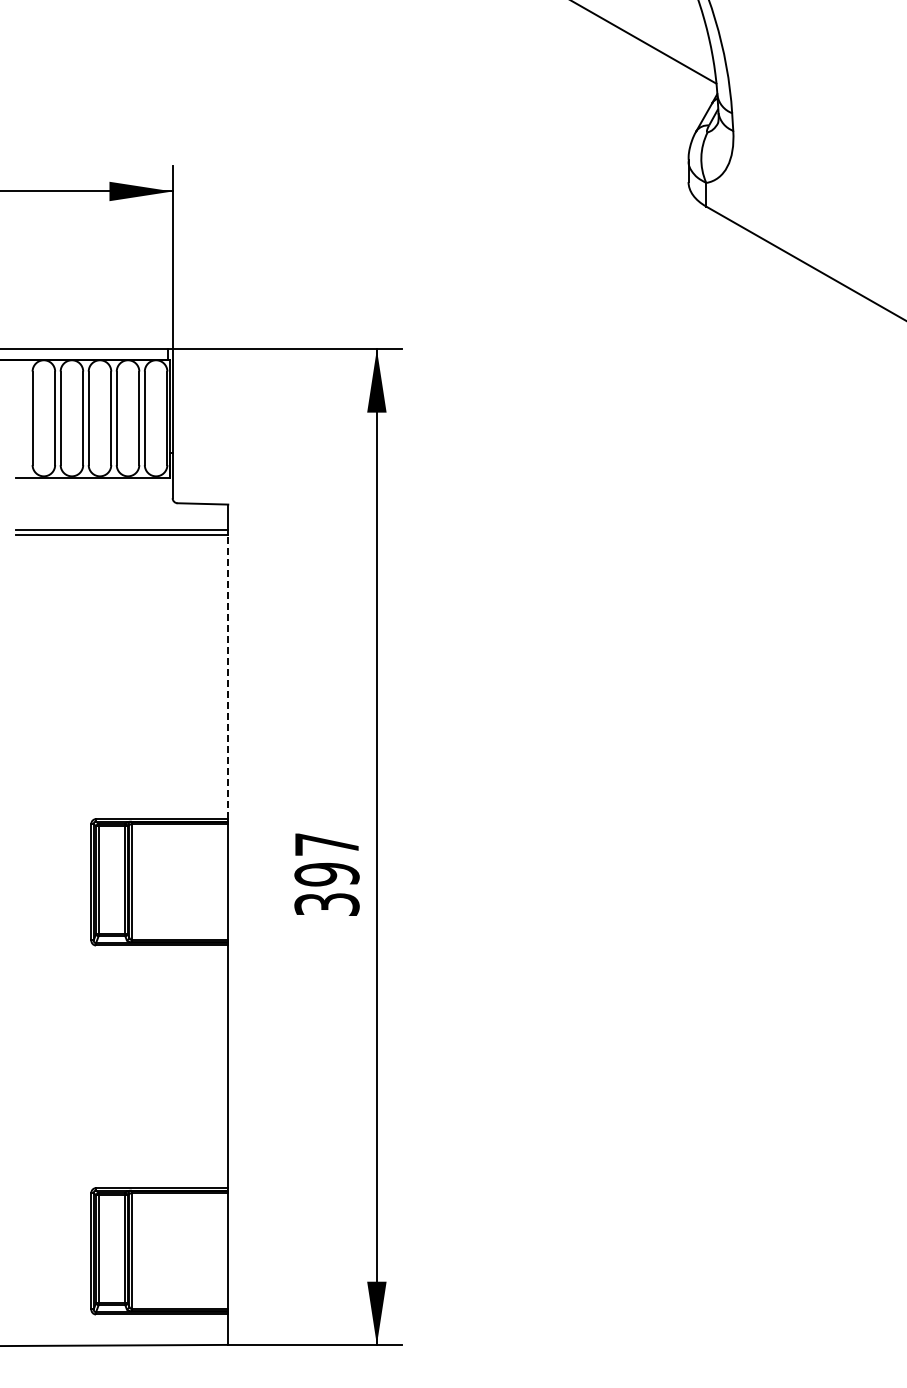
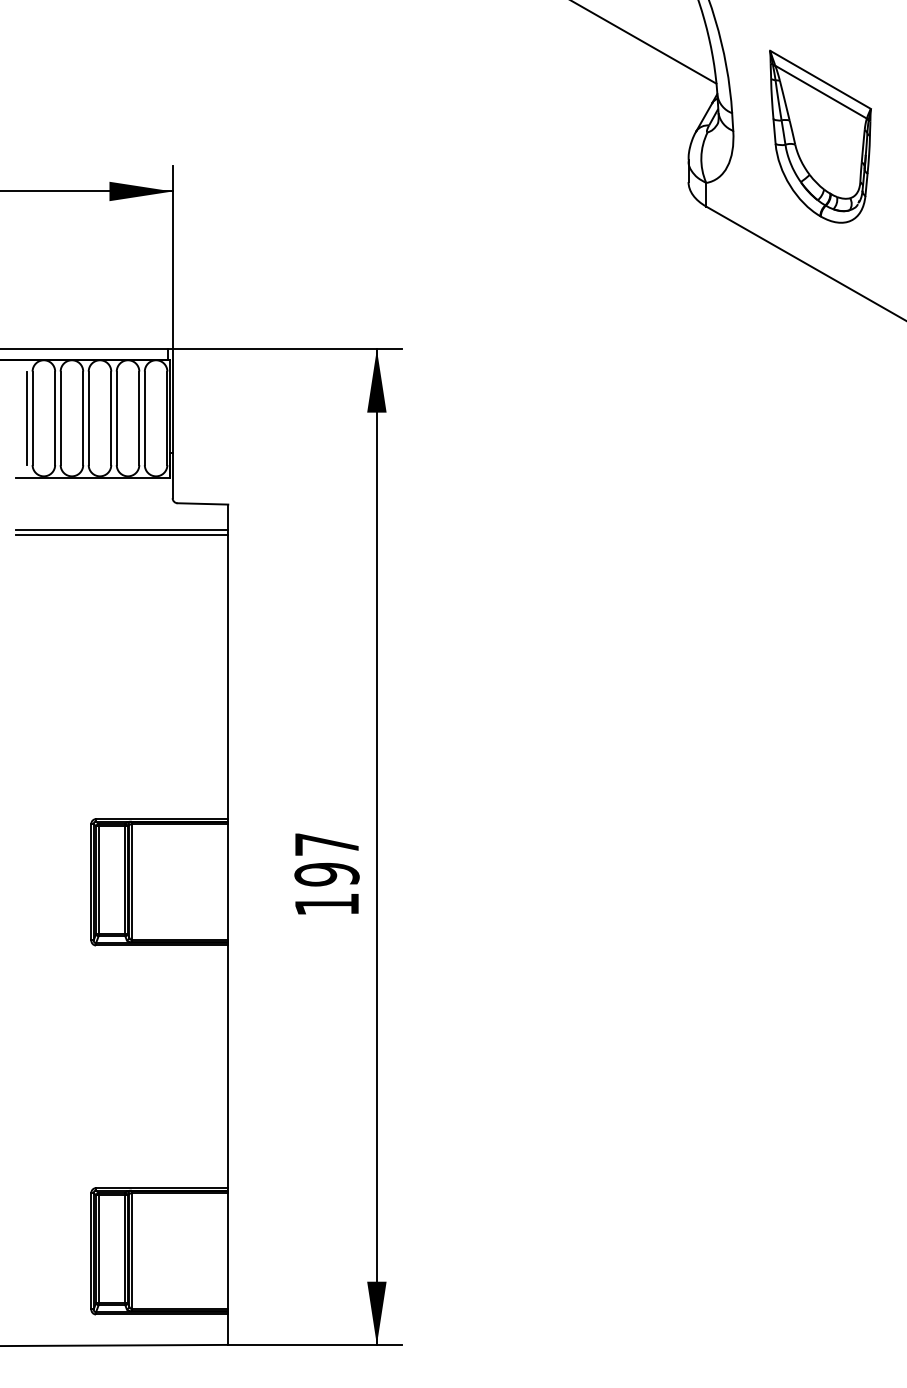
part at (820, 136): none -> present
line at (27, 418): none -> present
line at (228, 676): dashed -> solid
text at (326, 904): 397 -> 197
